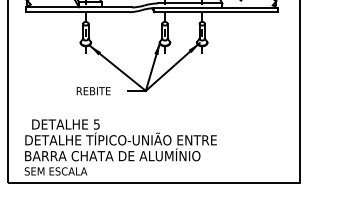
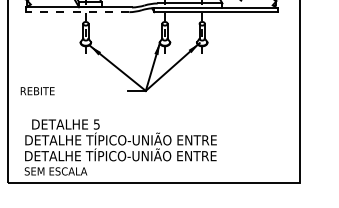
line at (77, 12): solid -> dashed
text at (93, 91) position: (93, 91) -> (37, 91)
text at (121, 154): BARRA CHATA DE ALUMÍNIO -> DETALHE TÍPICO-UNIÃO ENTRE
